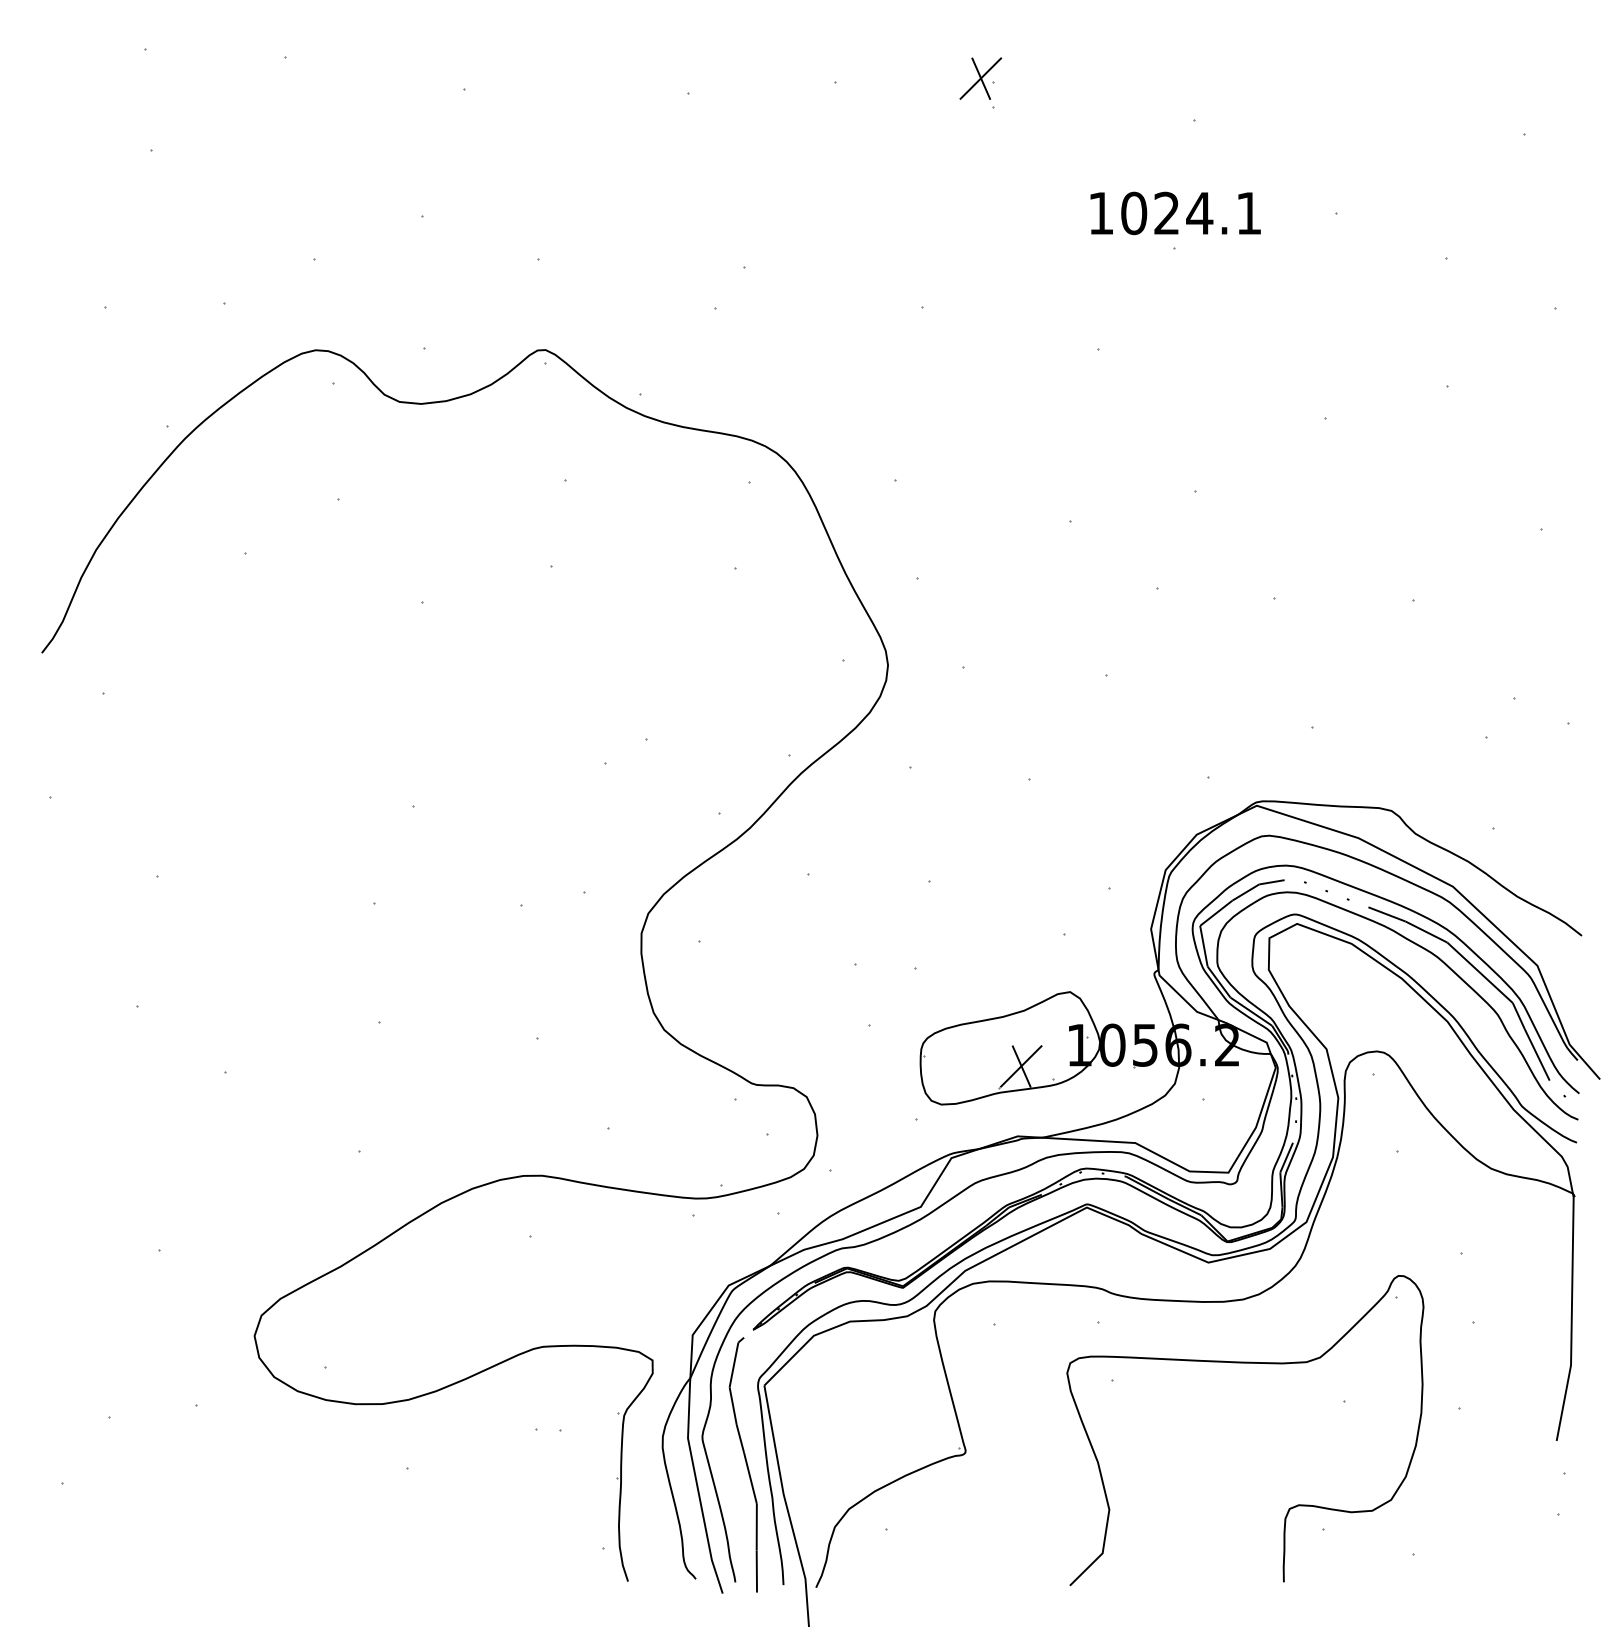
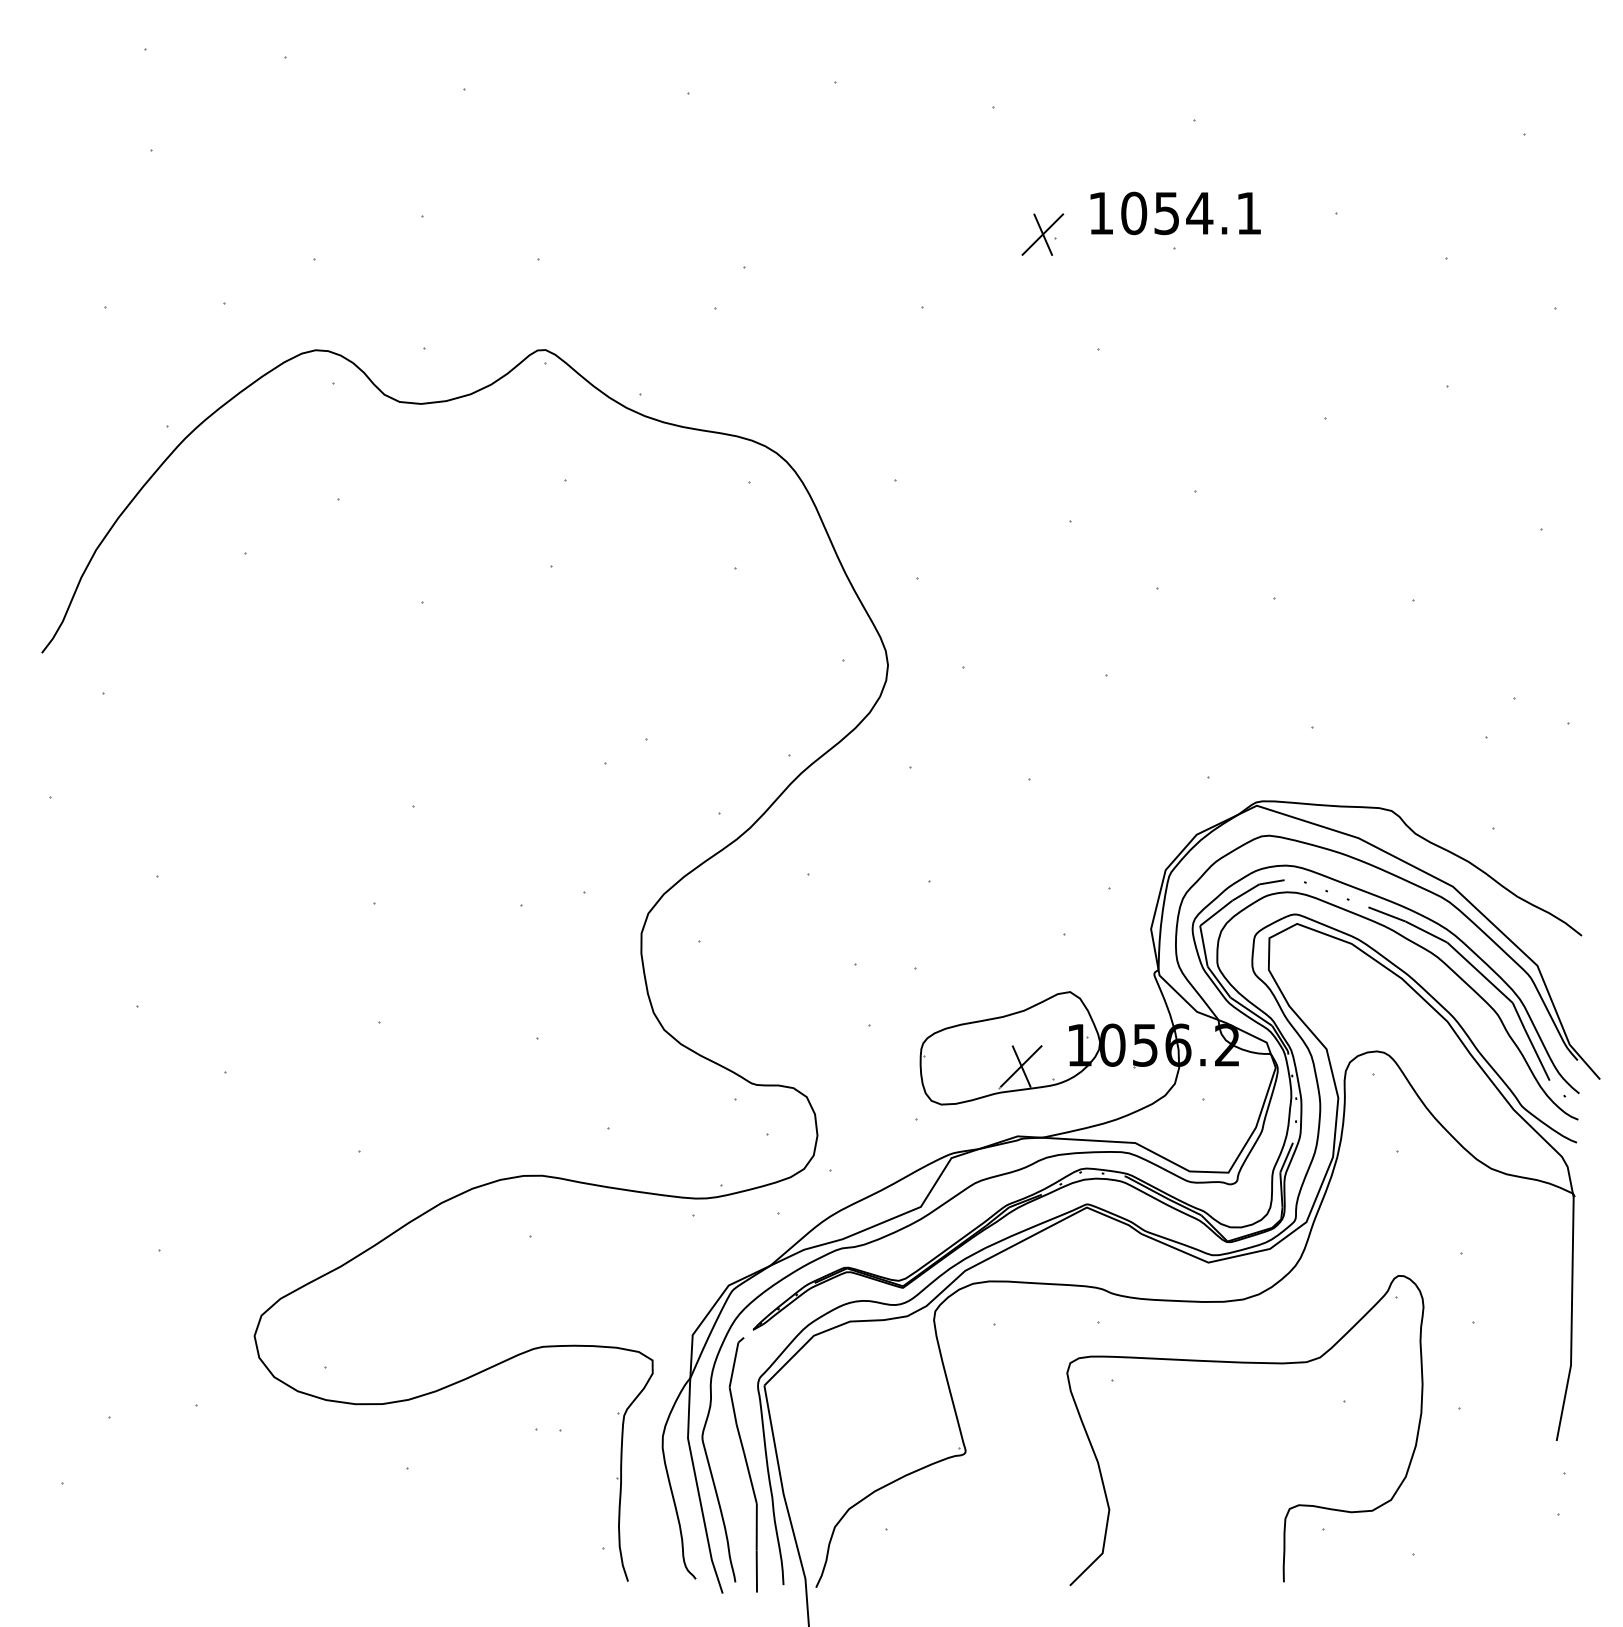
part at (980, 78) position: (980, 78) -> (1042, 234)
text at (1166, 213): 1024.1 -> 1054.1
